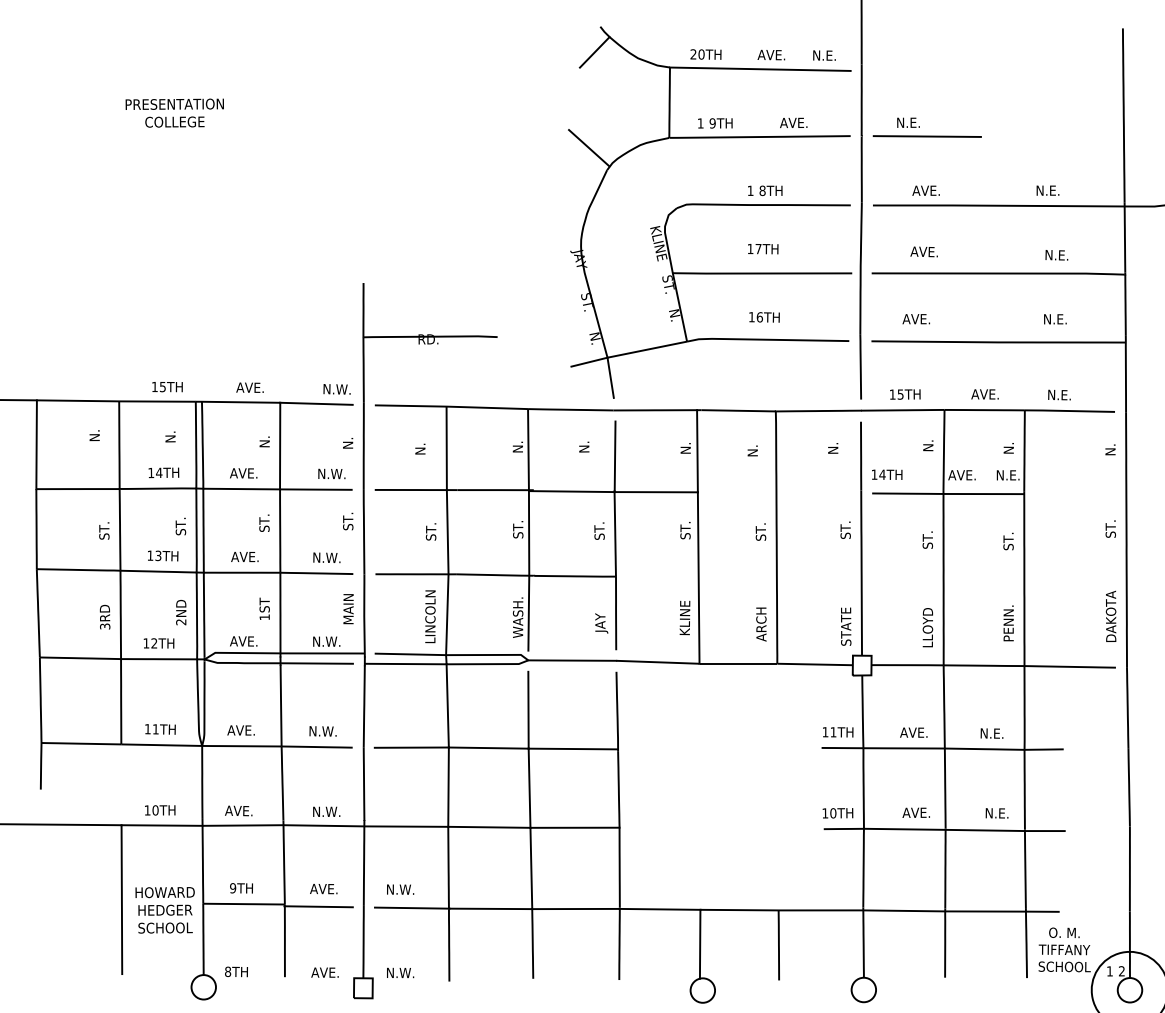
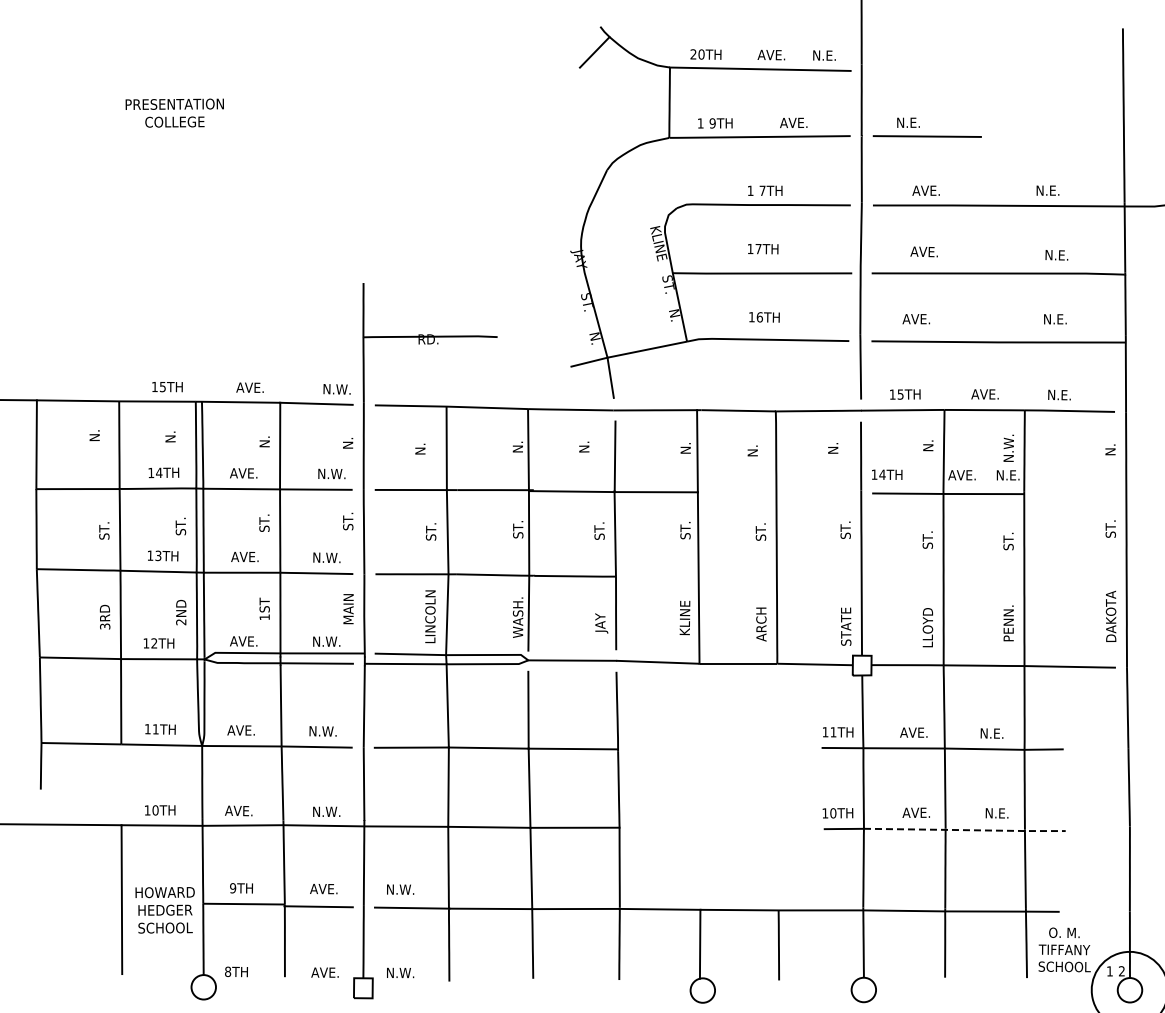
line at (589, 148): present -> none
text at (762, 190): 8TH -> 7TH
text at (1008, 447): N. -> N.W.
line at (965, 830): solid -> dashed
